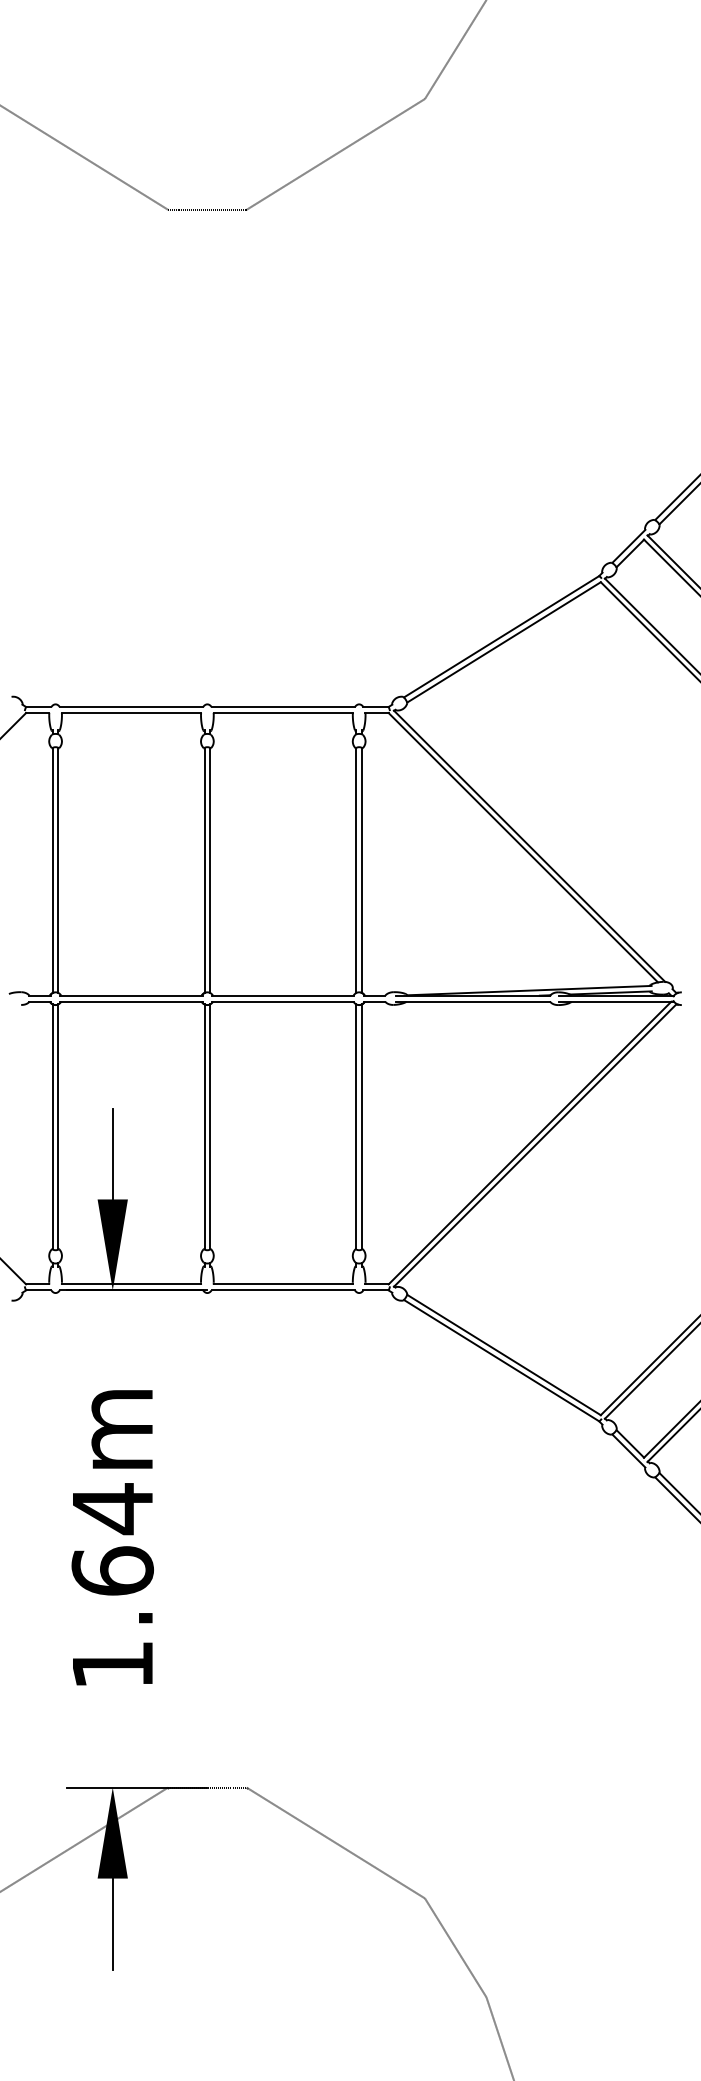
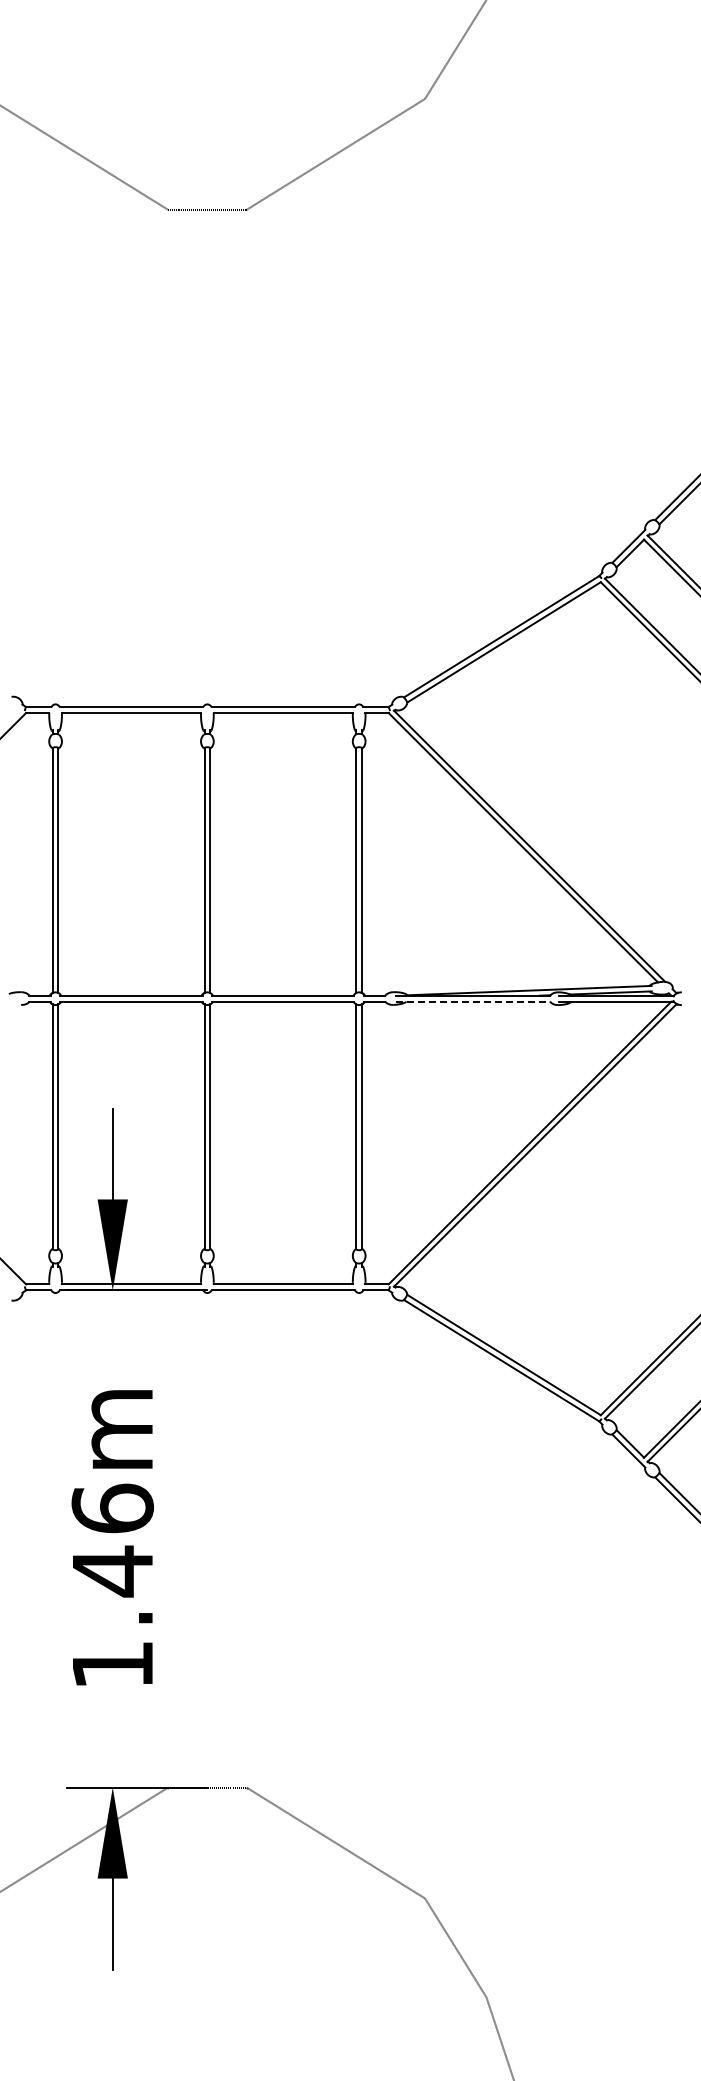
line at (473, 1001): solid -> dashed
text at (112, 1540): 1.64m -> 1.46m
